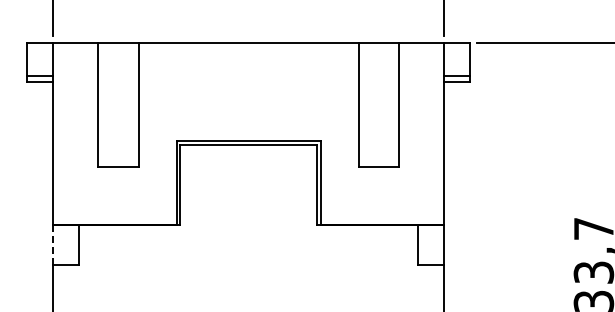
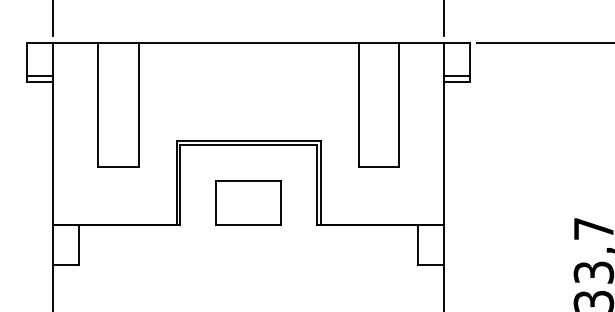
part at (248, 202): none -> present
line at (53, 245): dashed -> solid
